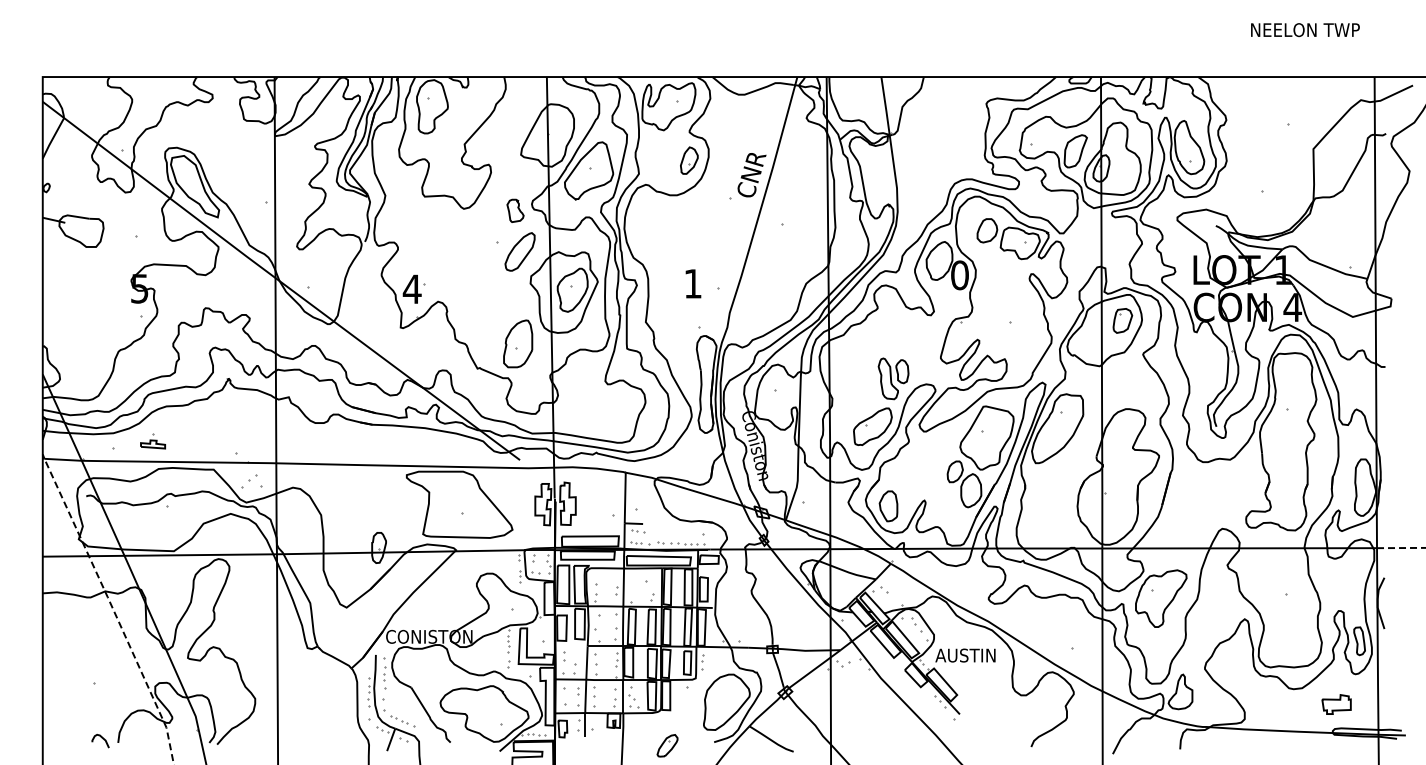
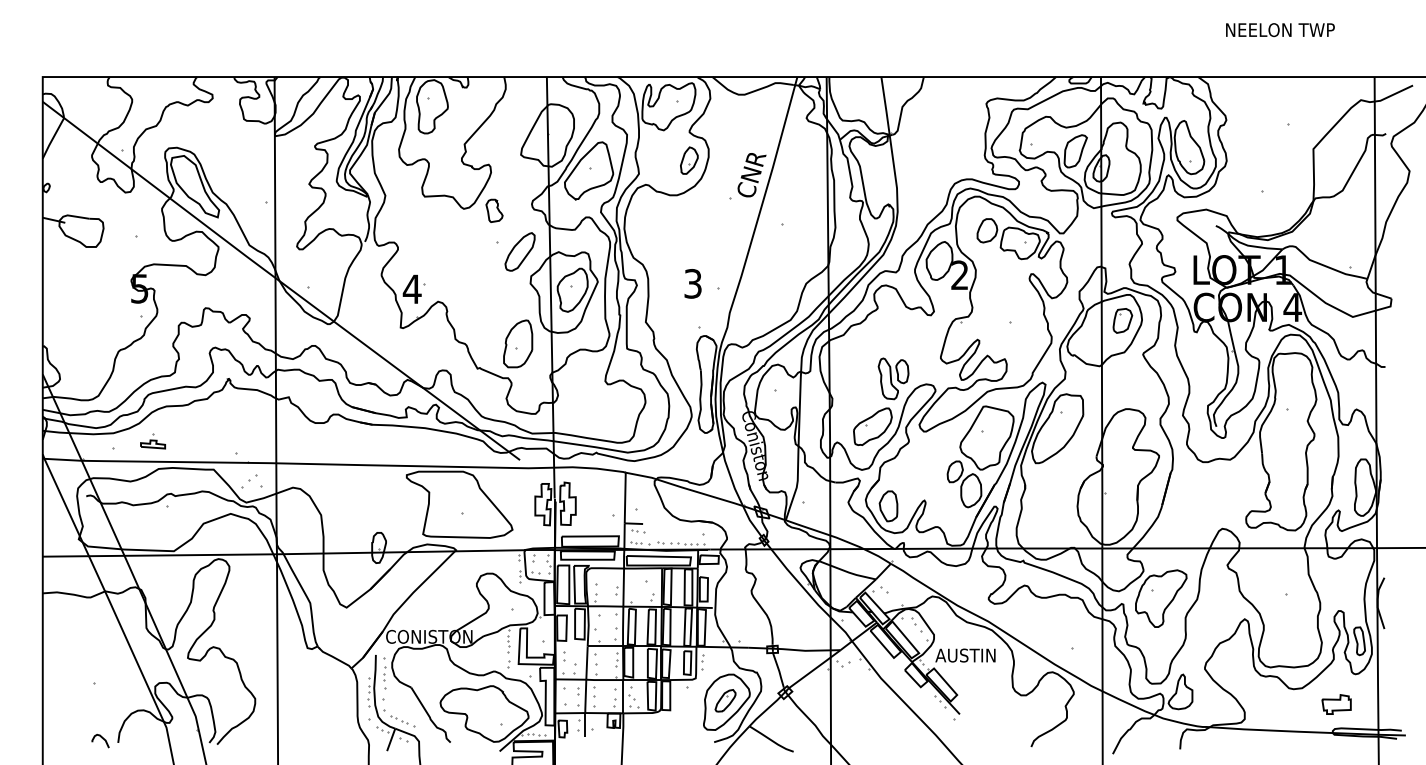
text at (1305, 30) position: (1305, 30) -> (1280, 30)
part at (515, 210) position: (515, 210) -> (494, 210)
text at (959, 275): 0 -> 2
text at (692, 283): 1 -> 3
line at (1401, 548): dashed -> solid
line at (113, 609): dashed -> solid
part at (667, 745) position: (667, 745) -> (725, 700)
